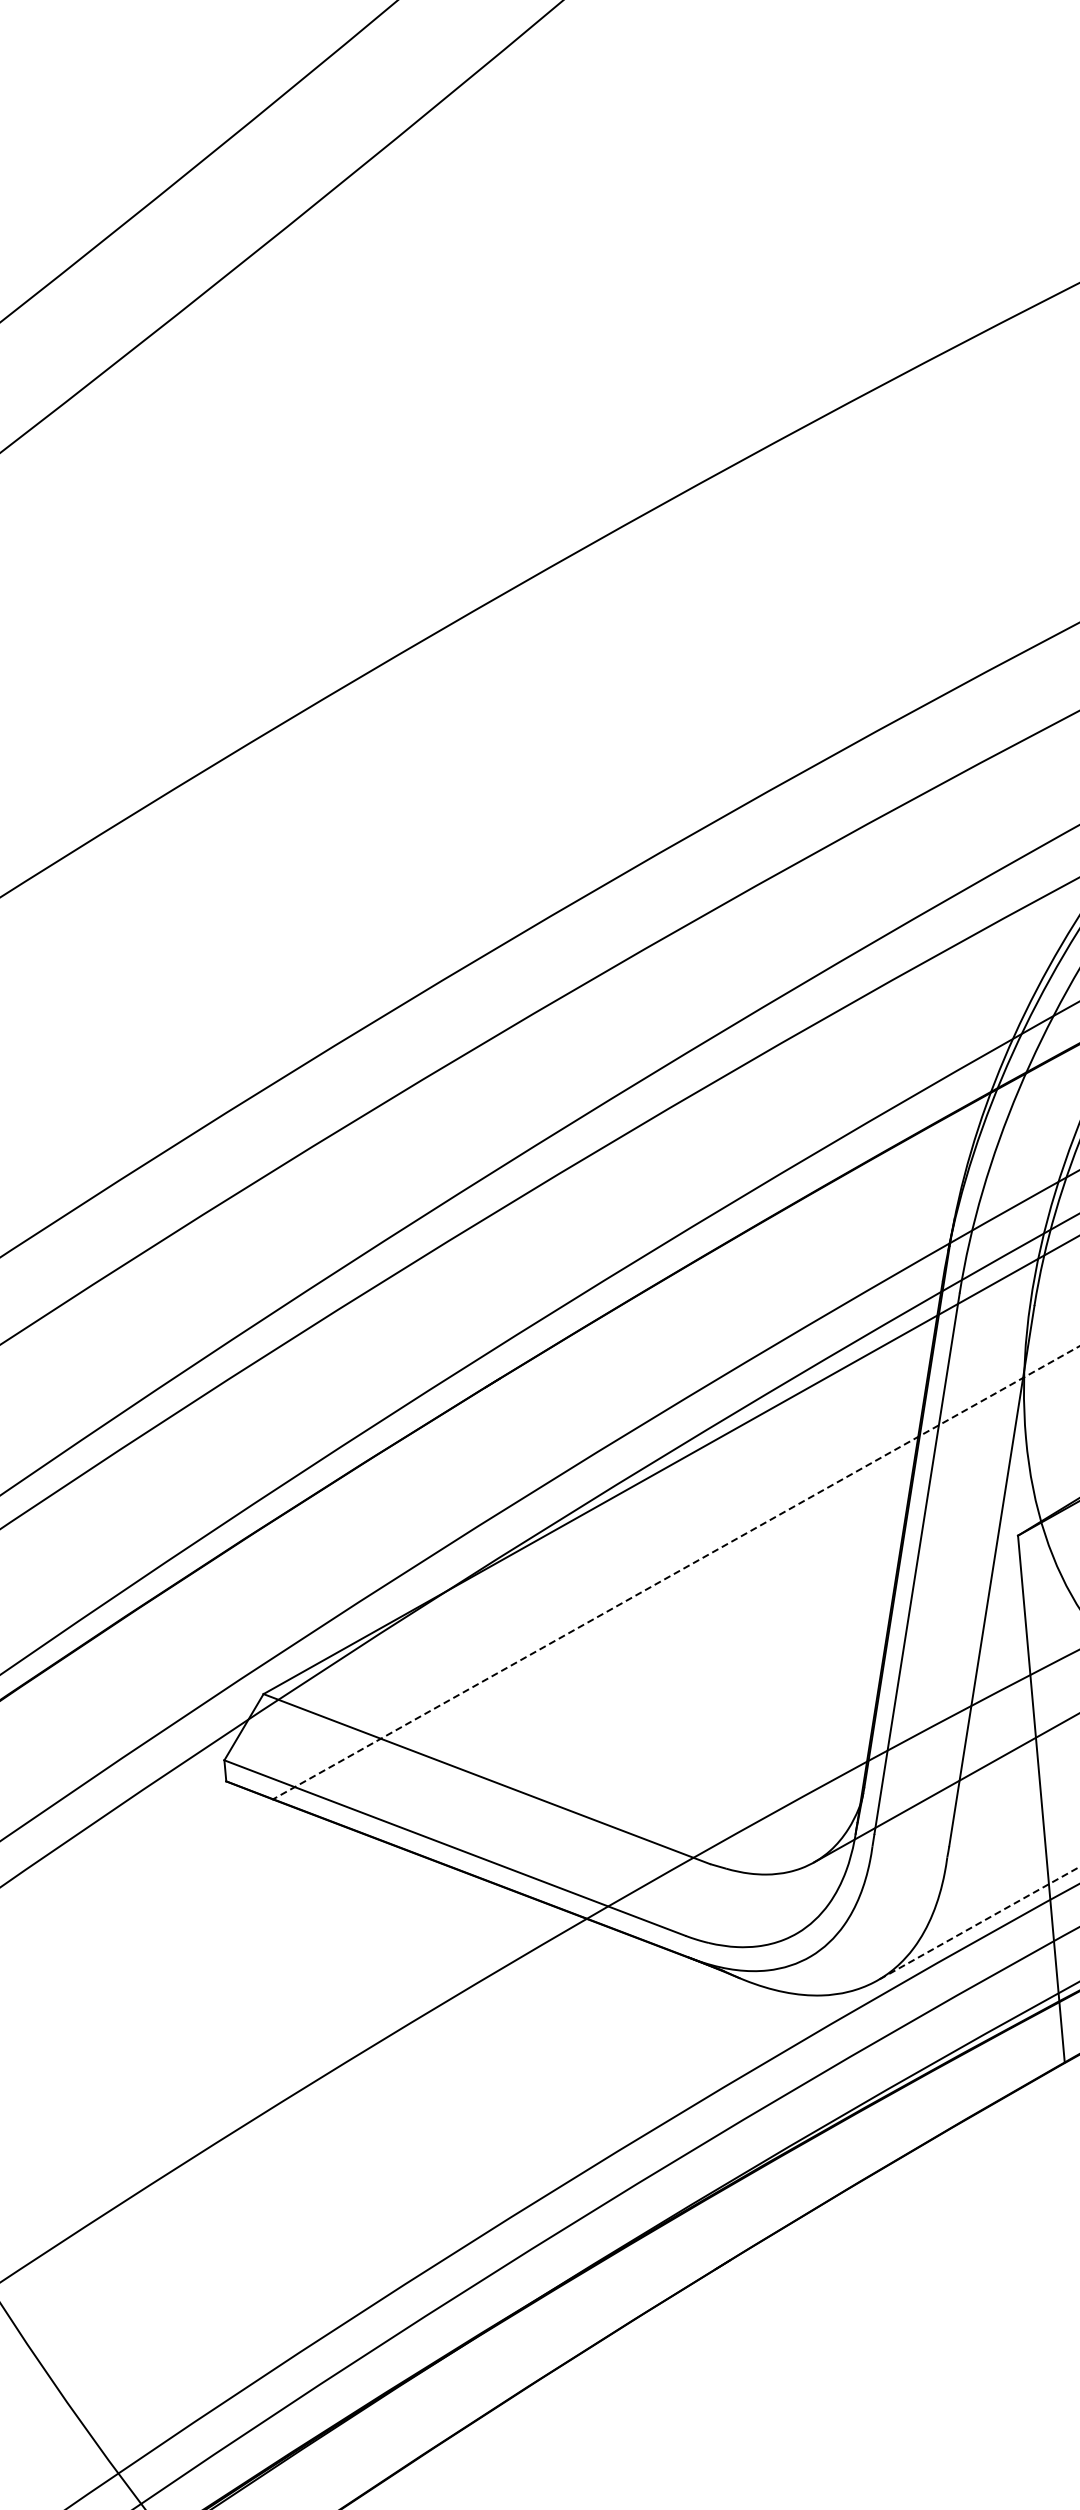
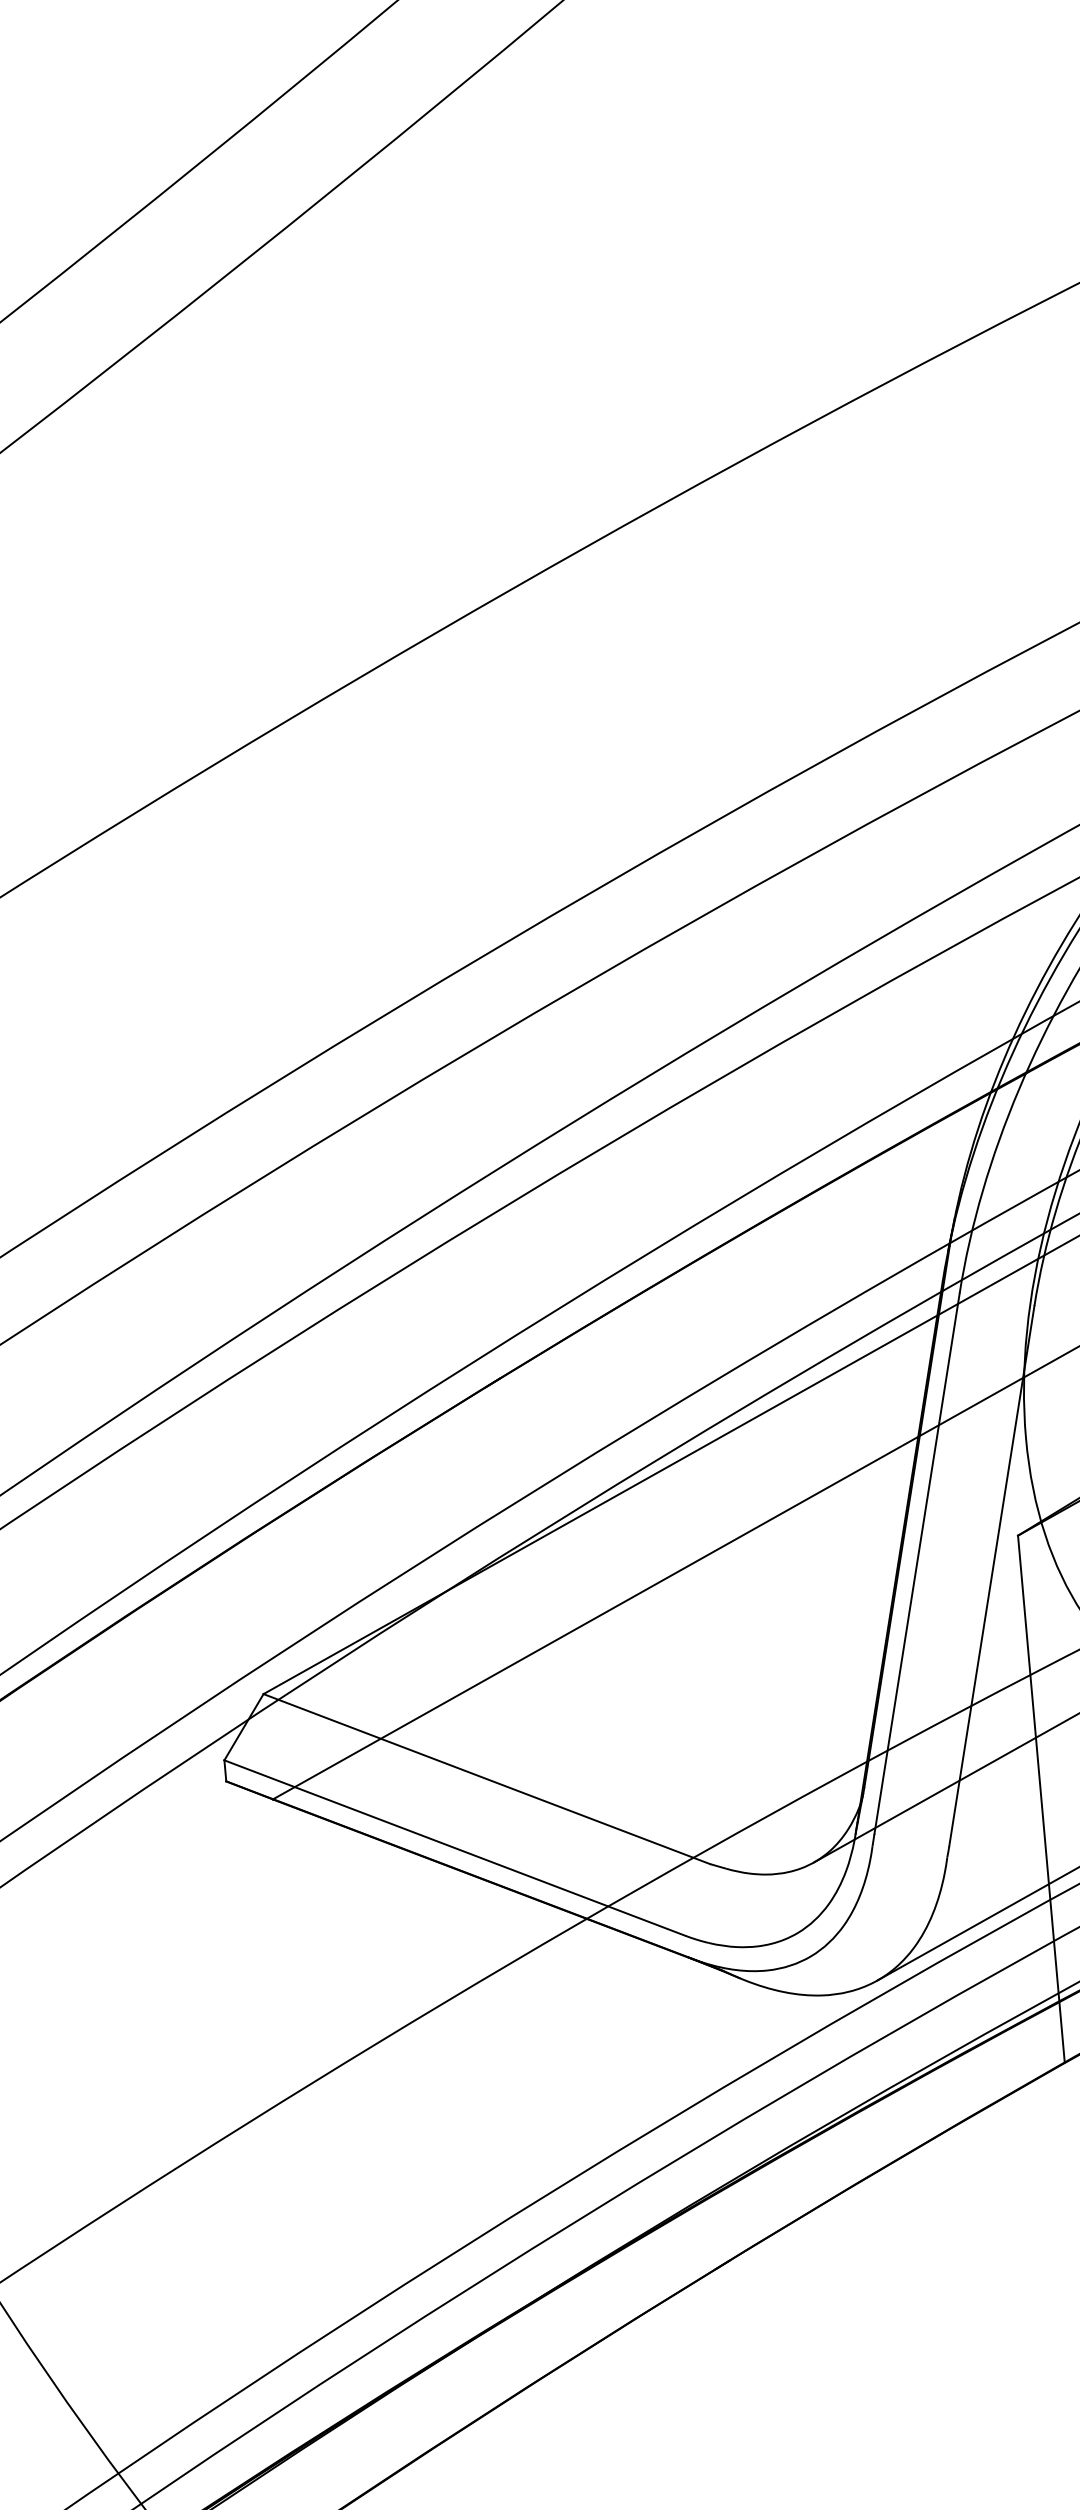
line at (675, 1573): dashed -> solid
line at (978, 1923): dashed -> solid
